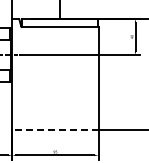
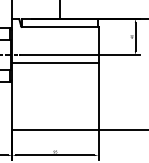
line at (55, 63): none -> present
line at (54, 129): dashed -> solid
